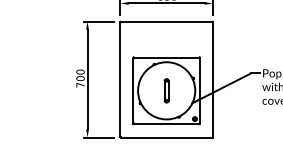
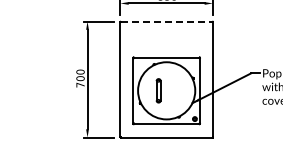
line at (166, 21): solid -> dashed
part at (166, 90) position: (166, 90) -> (158, 90)
